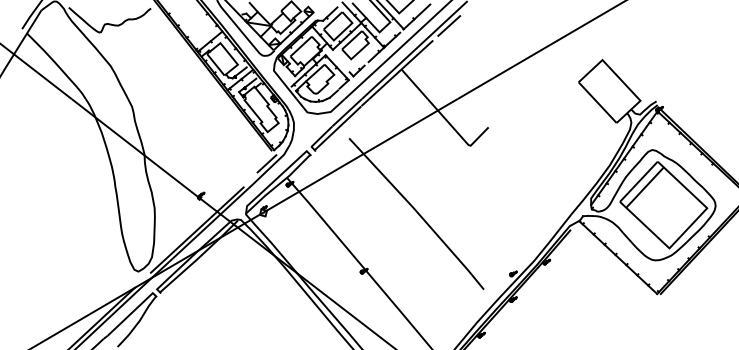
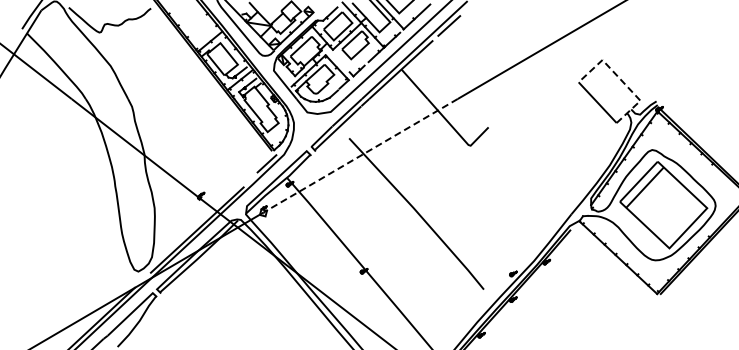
line at (621, 80): solid -> dashed
line at (360, 155): solid -> dashed
